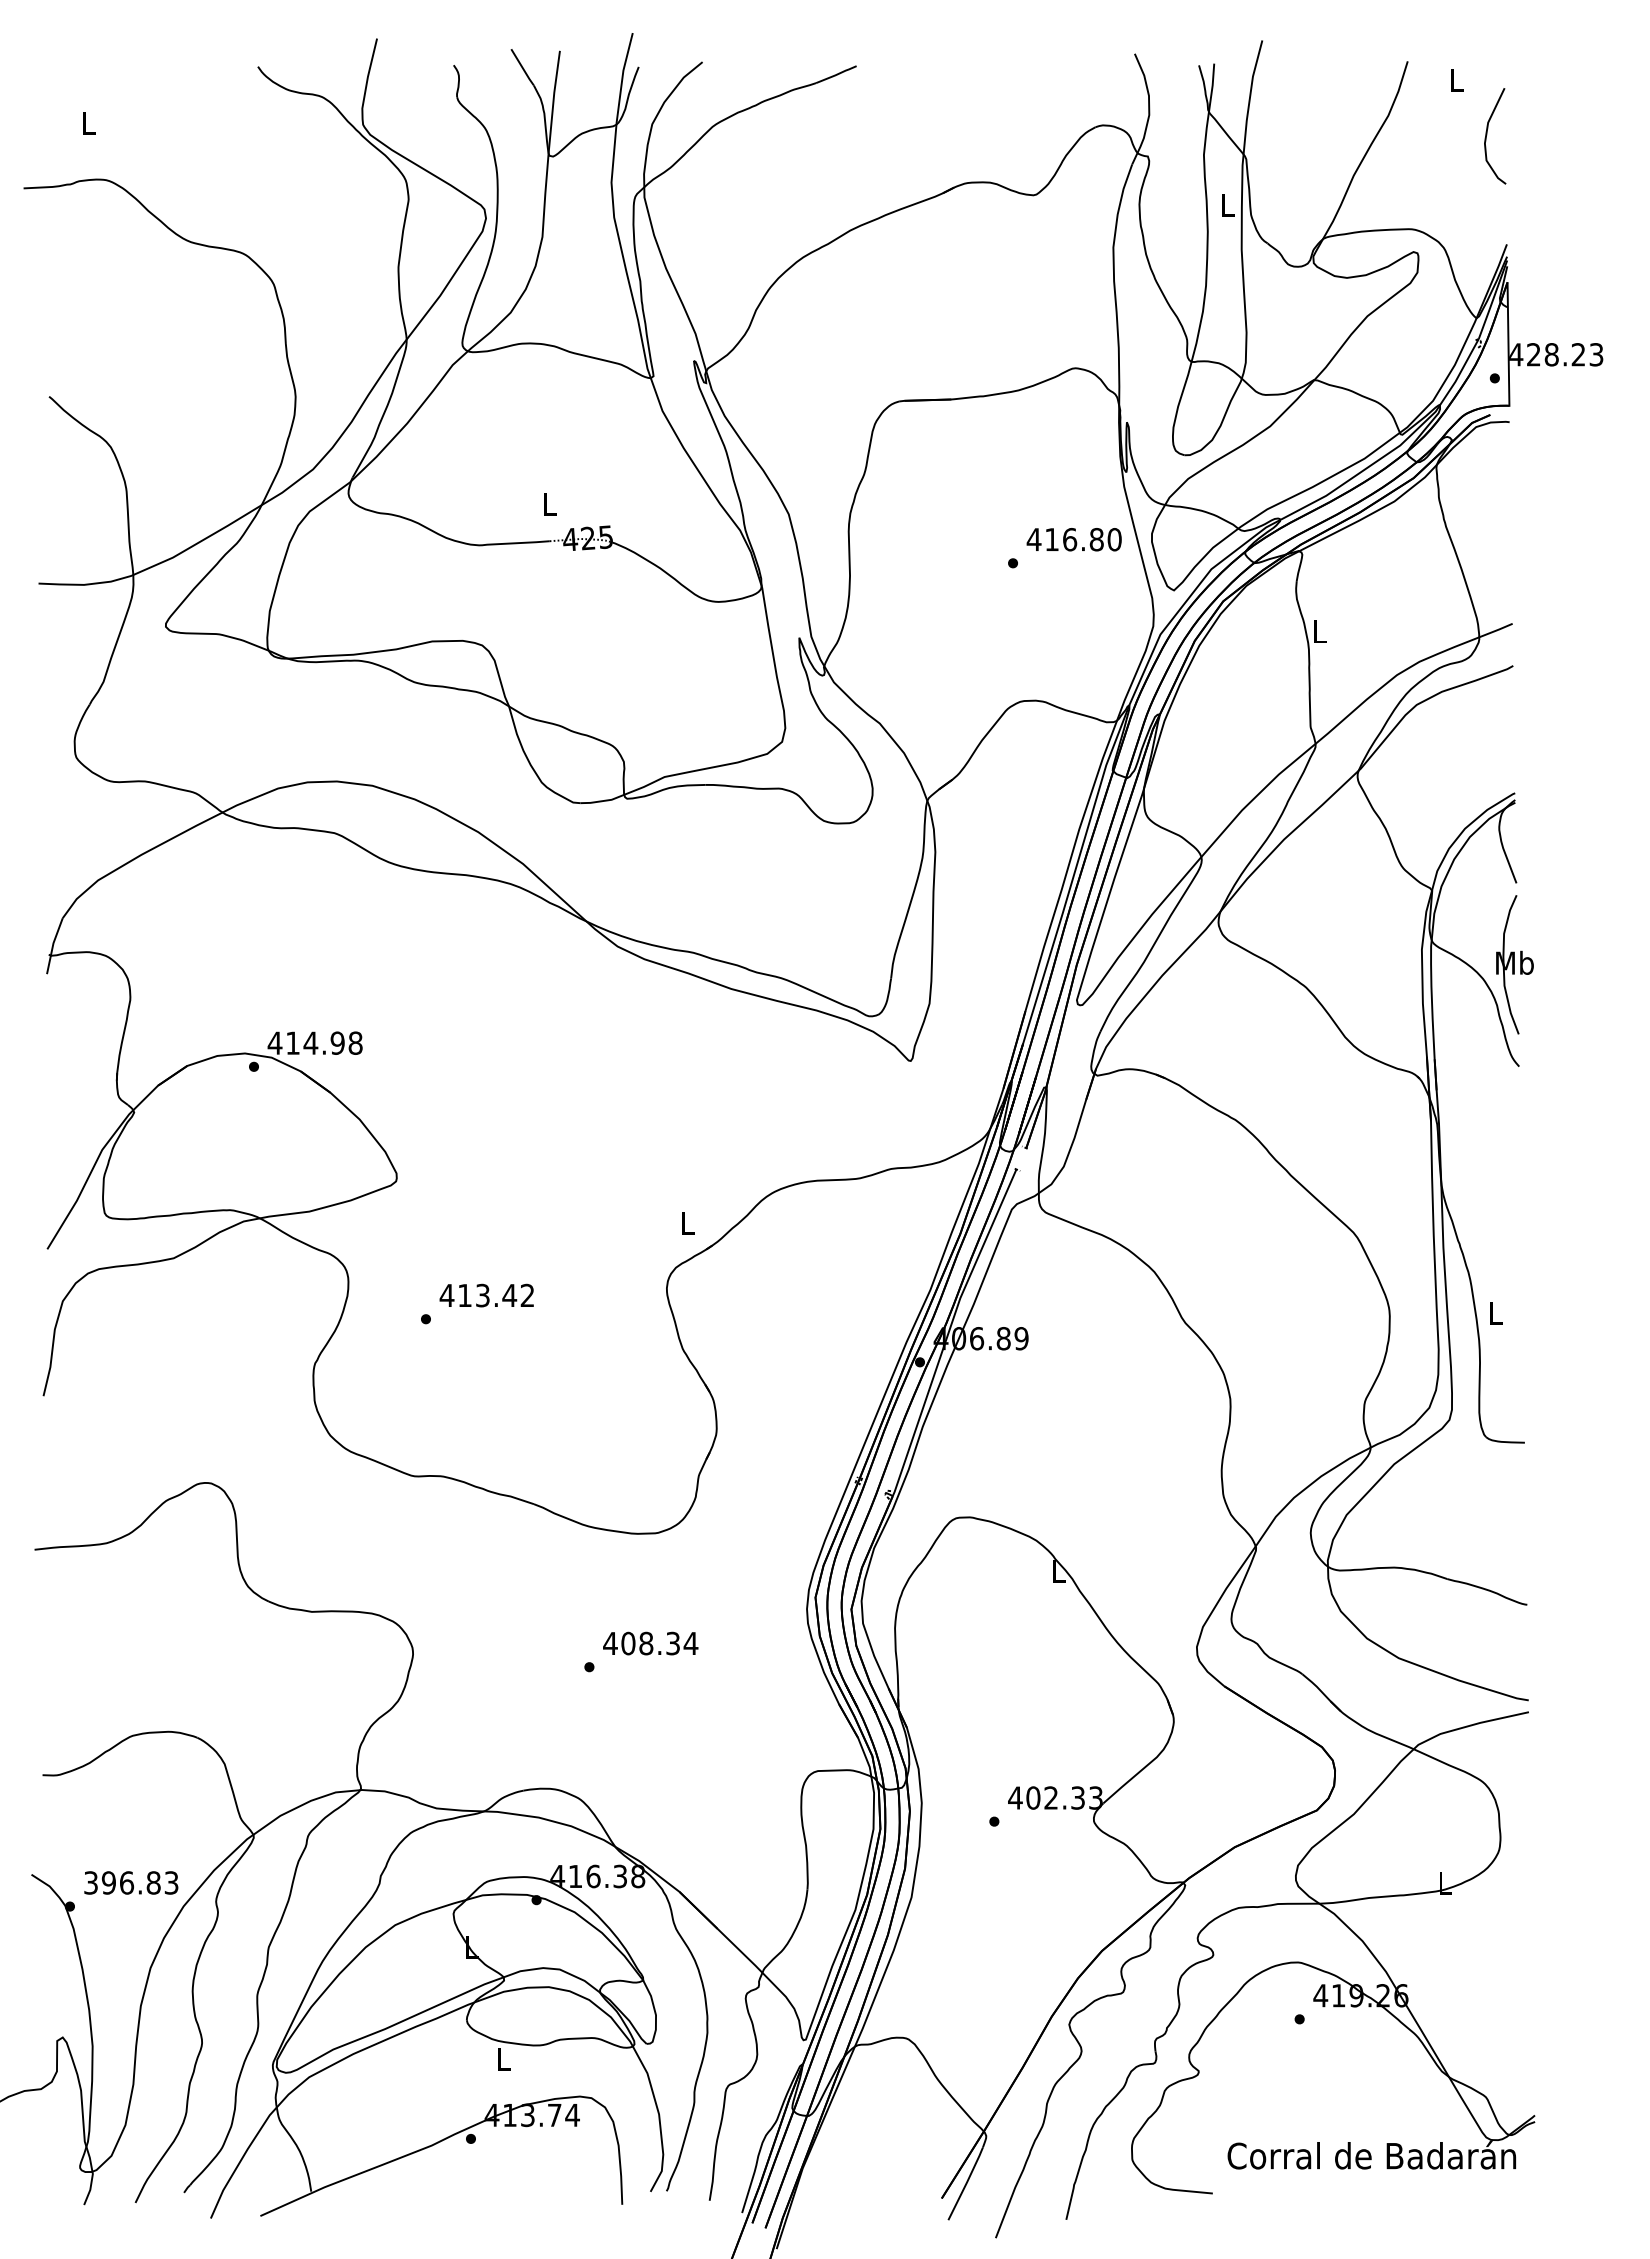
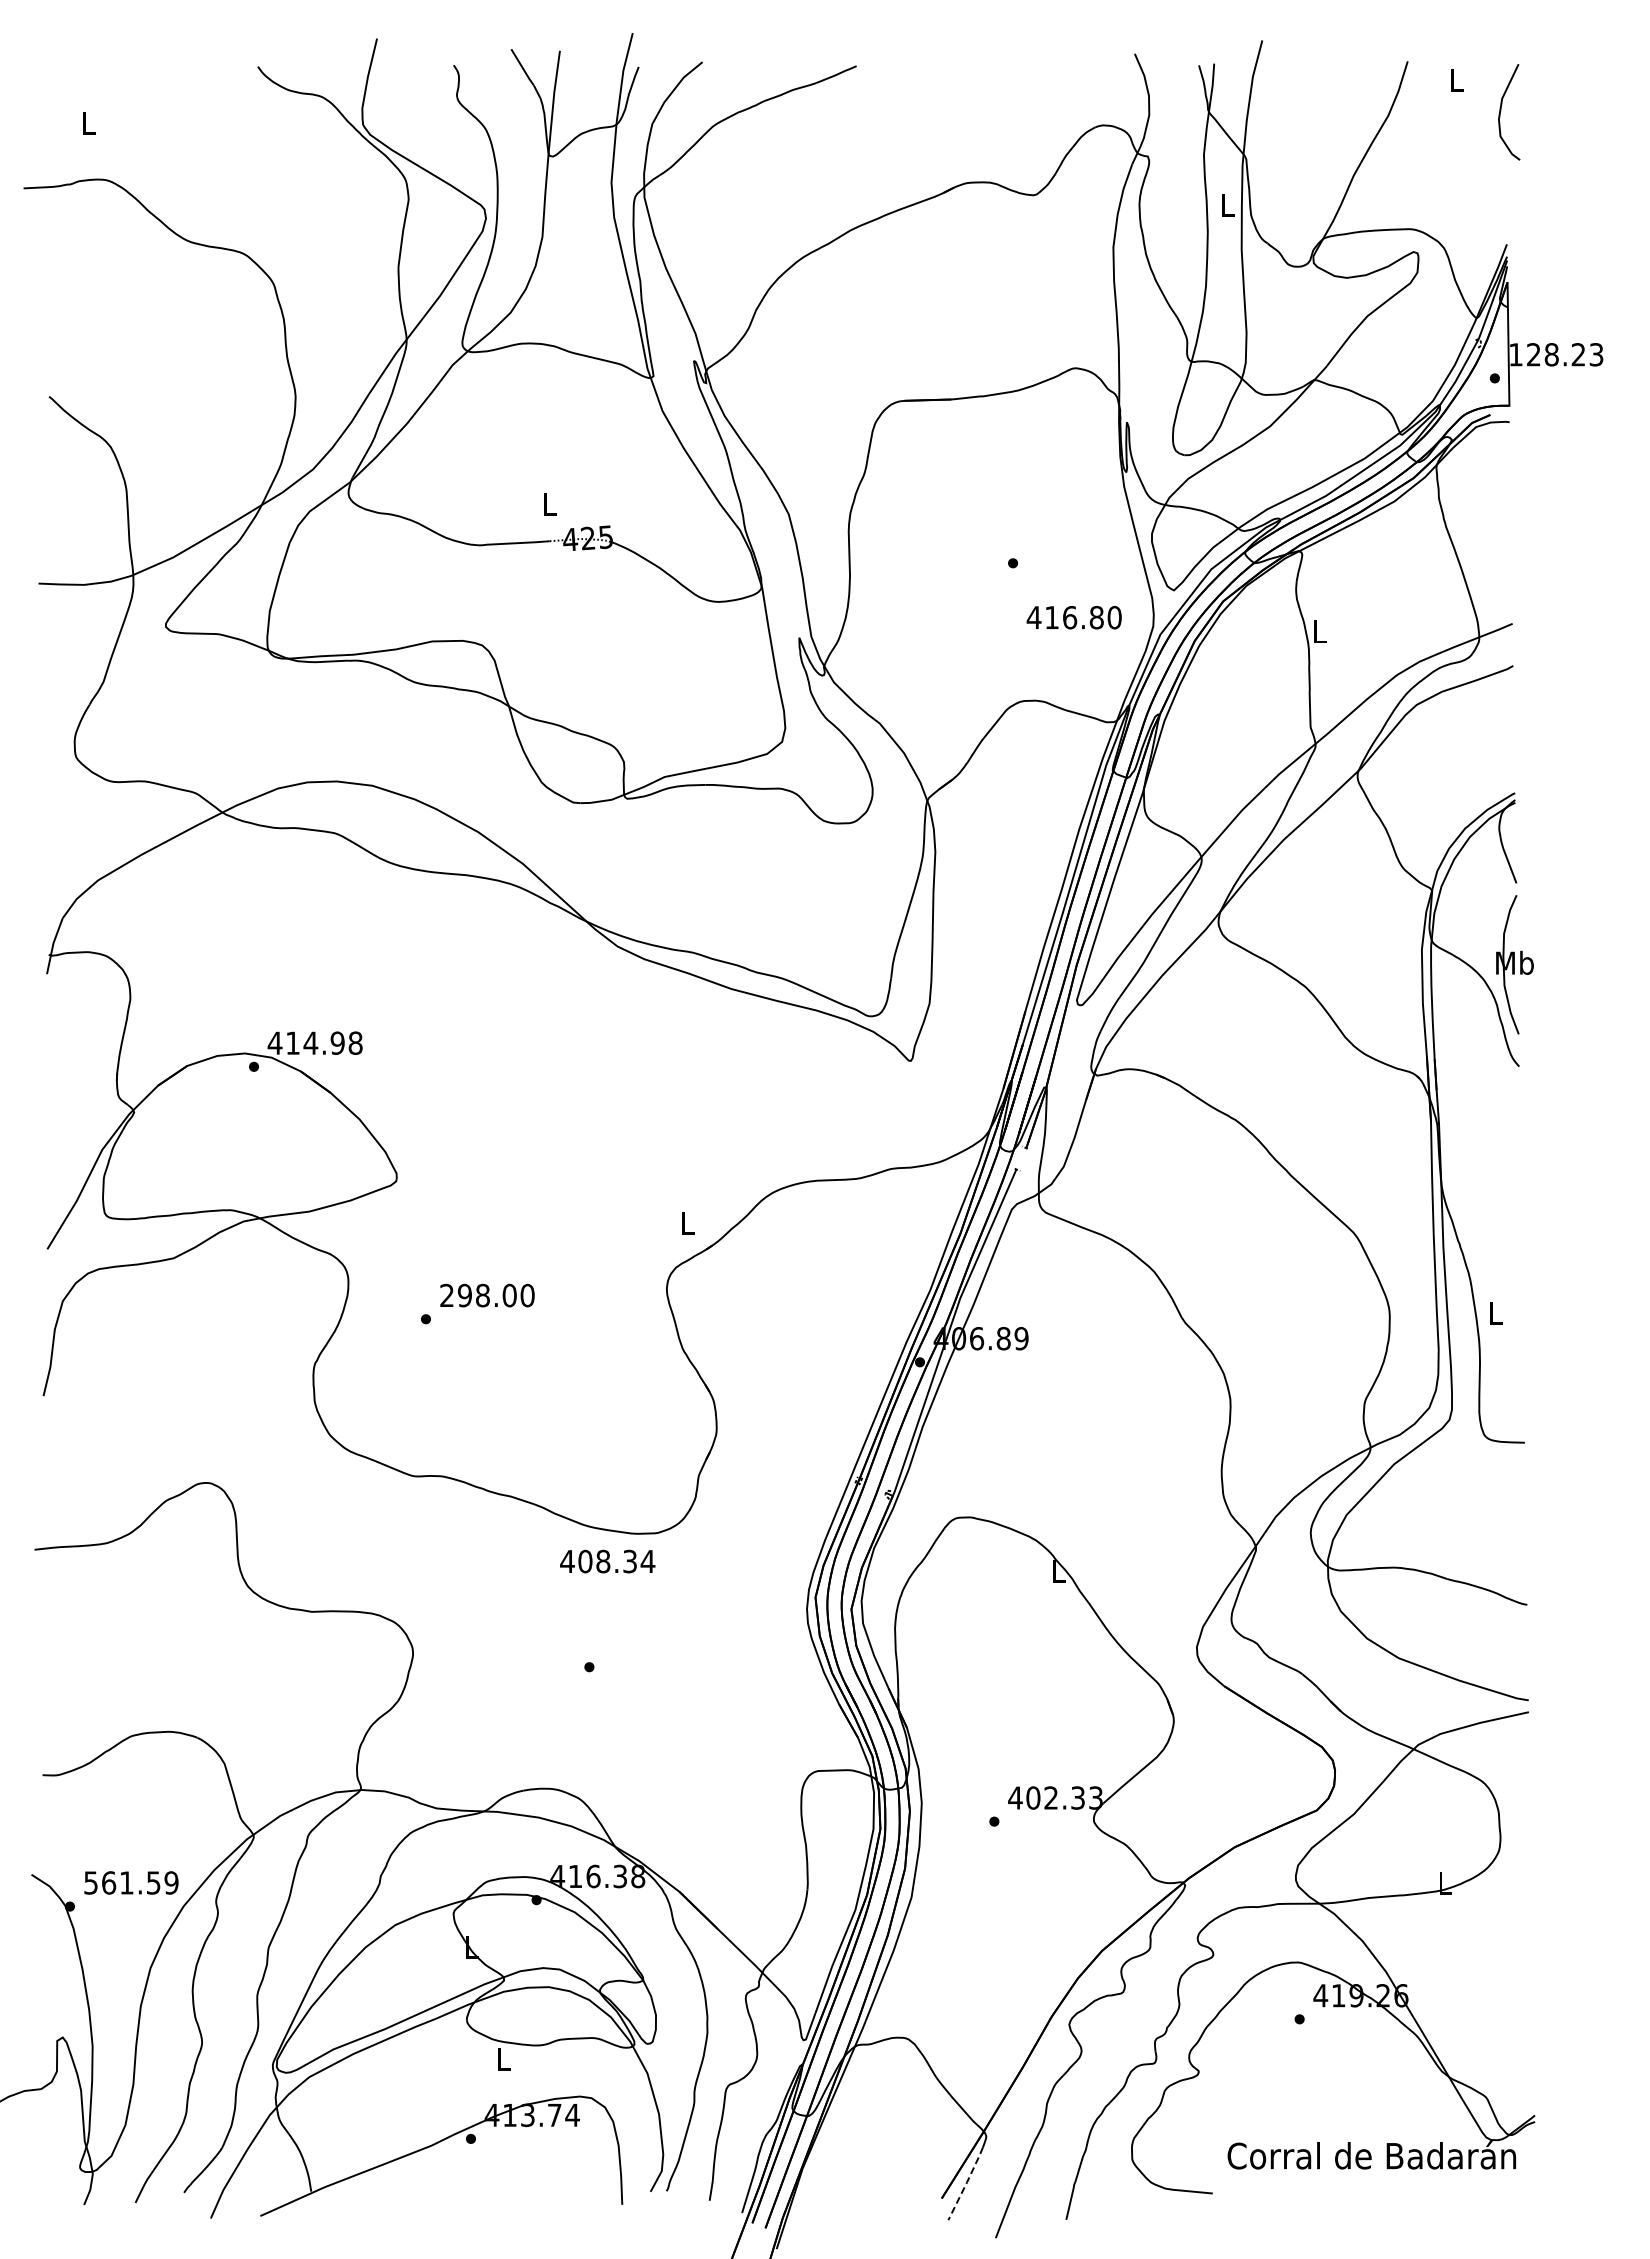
curve at (1487, 135) position: (1487, 135) -> (1501, 111)
text at (1516, 354): 428.23 -> 128.23
text at (1073, 539) position: (1073, 539) -> (1073, 617)
text at (486, 1295): 413.42 -> 298.00
text at (650, 1643) position: (650, 1643) -> (607, 1561)
text at (131, 1882): 396.83 -> 561.59
line at (966, 2183): solid -> dashed
